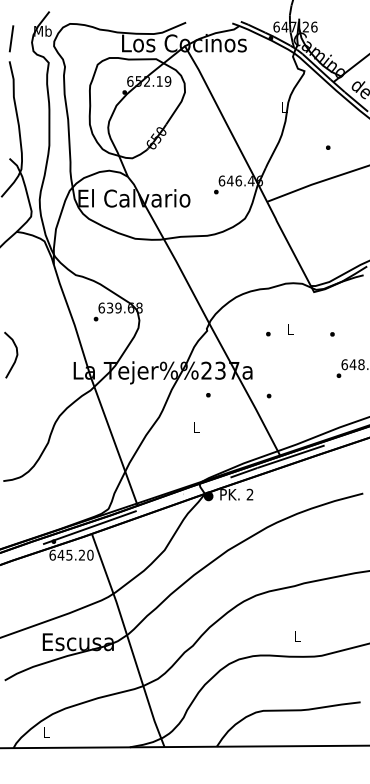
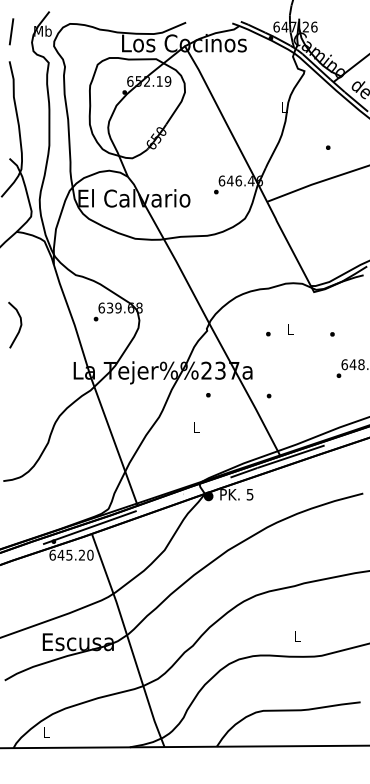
line at (11, 38) position: (11, 38) -> (11, 31)
curve at (15, 356) position: (15, 356) -> (19, 326)
text at (249, 494): 2 -> 5
